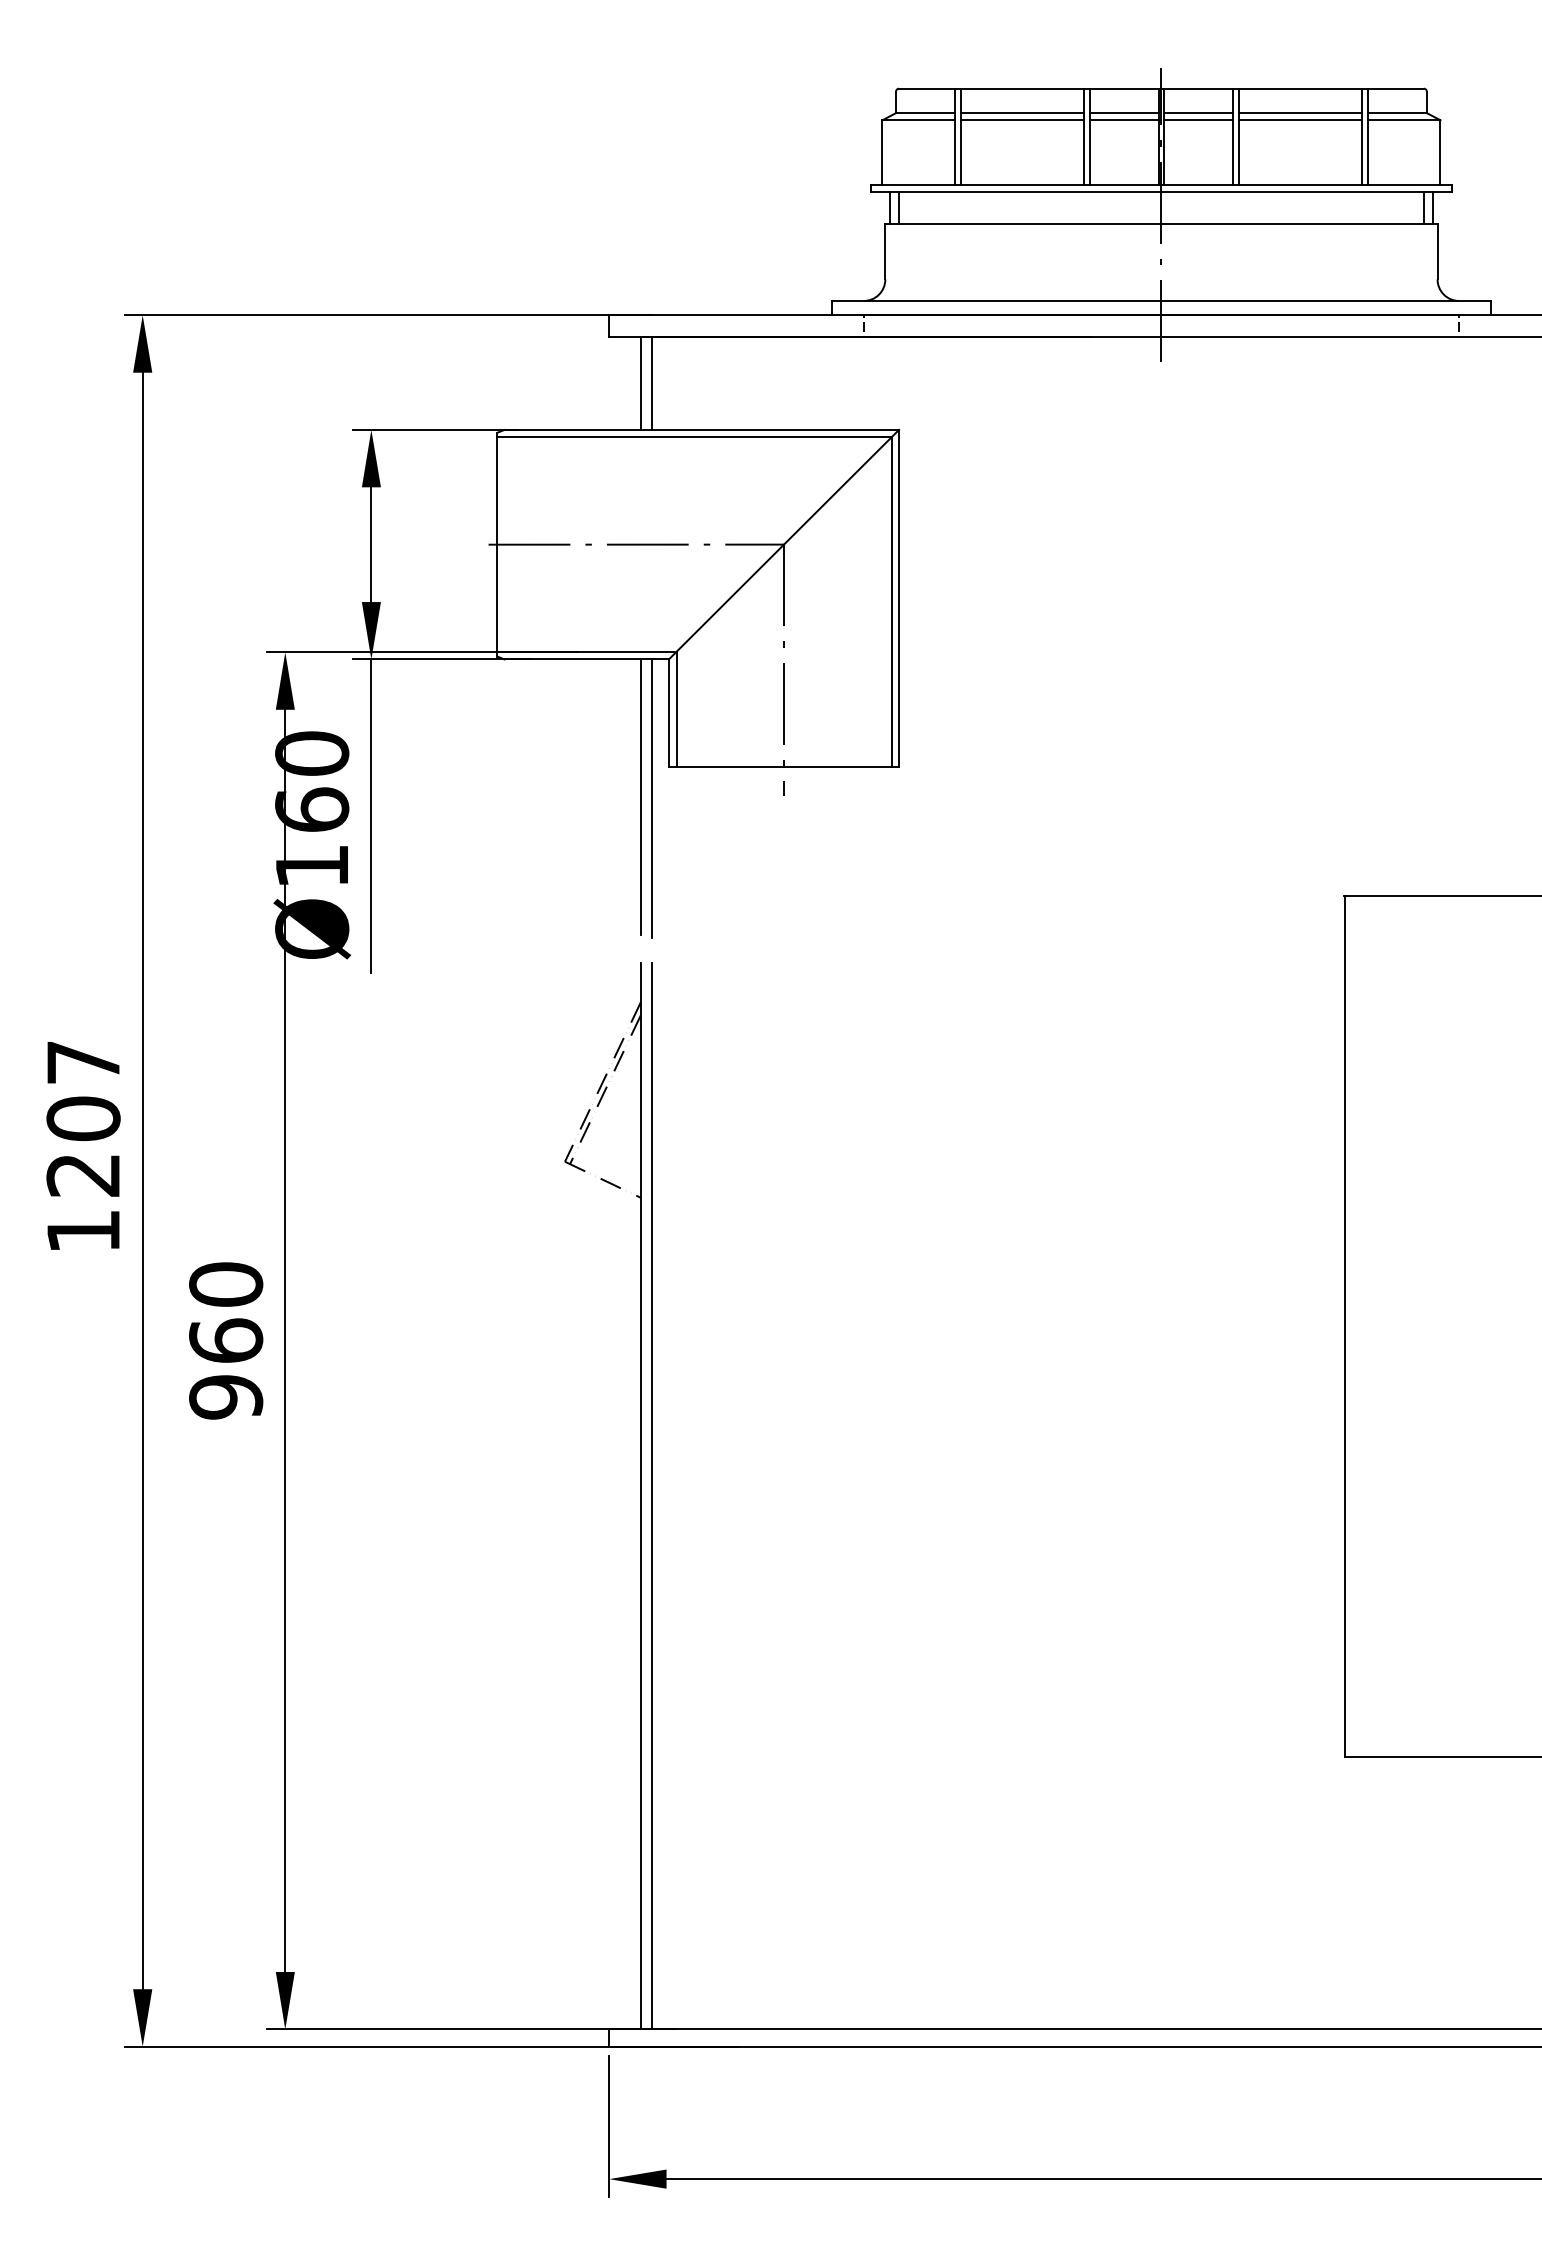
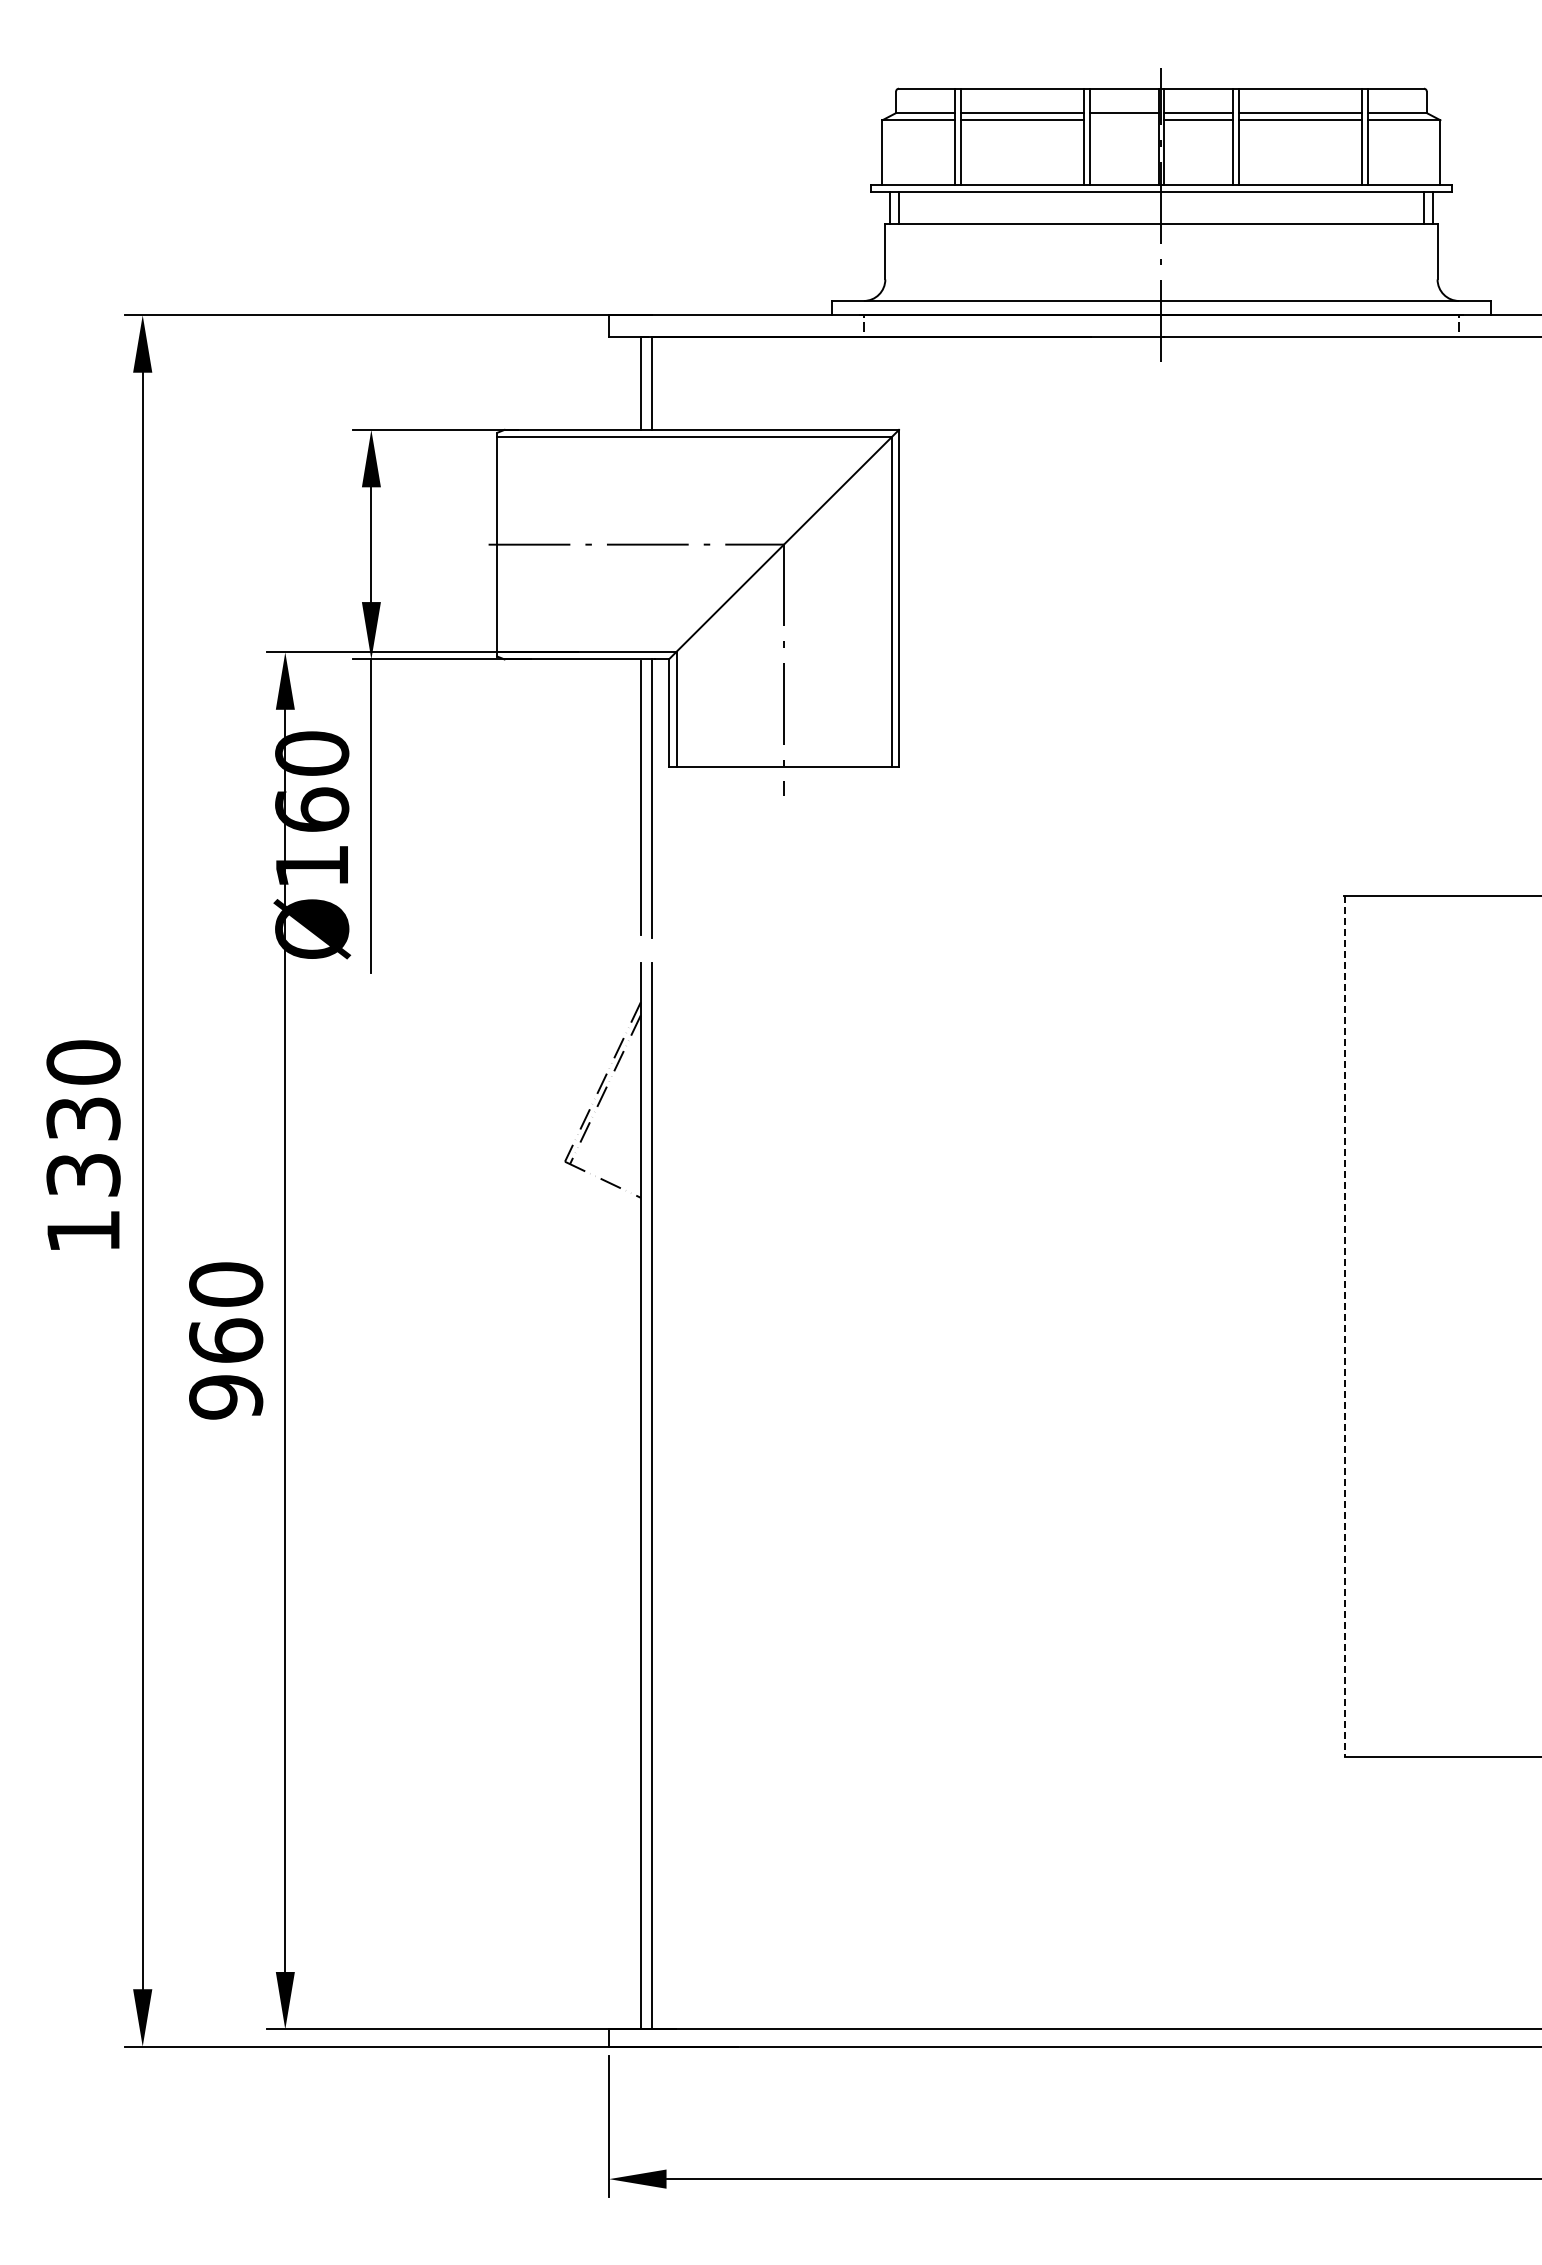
line at (1123, 120): present -> none
text at (83, 1118): 1207 -> 1330
line at (1344, 1327): solid -> dashed
